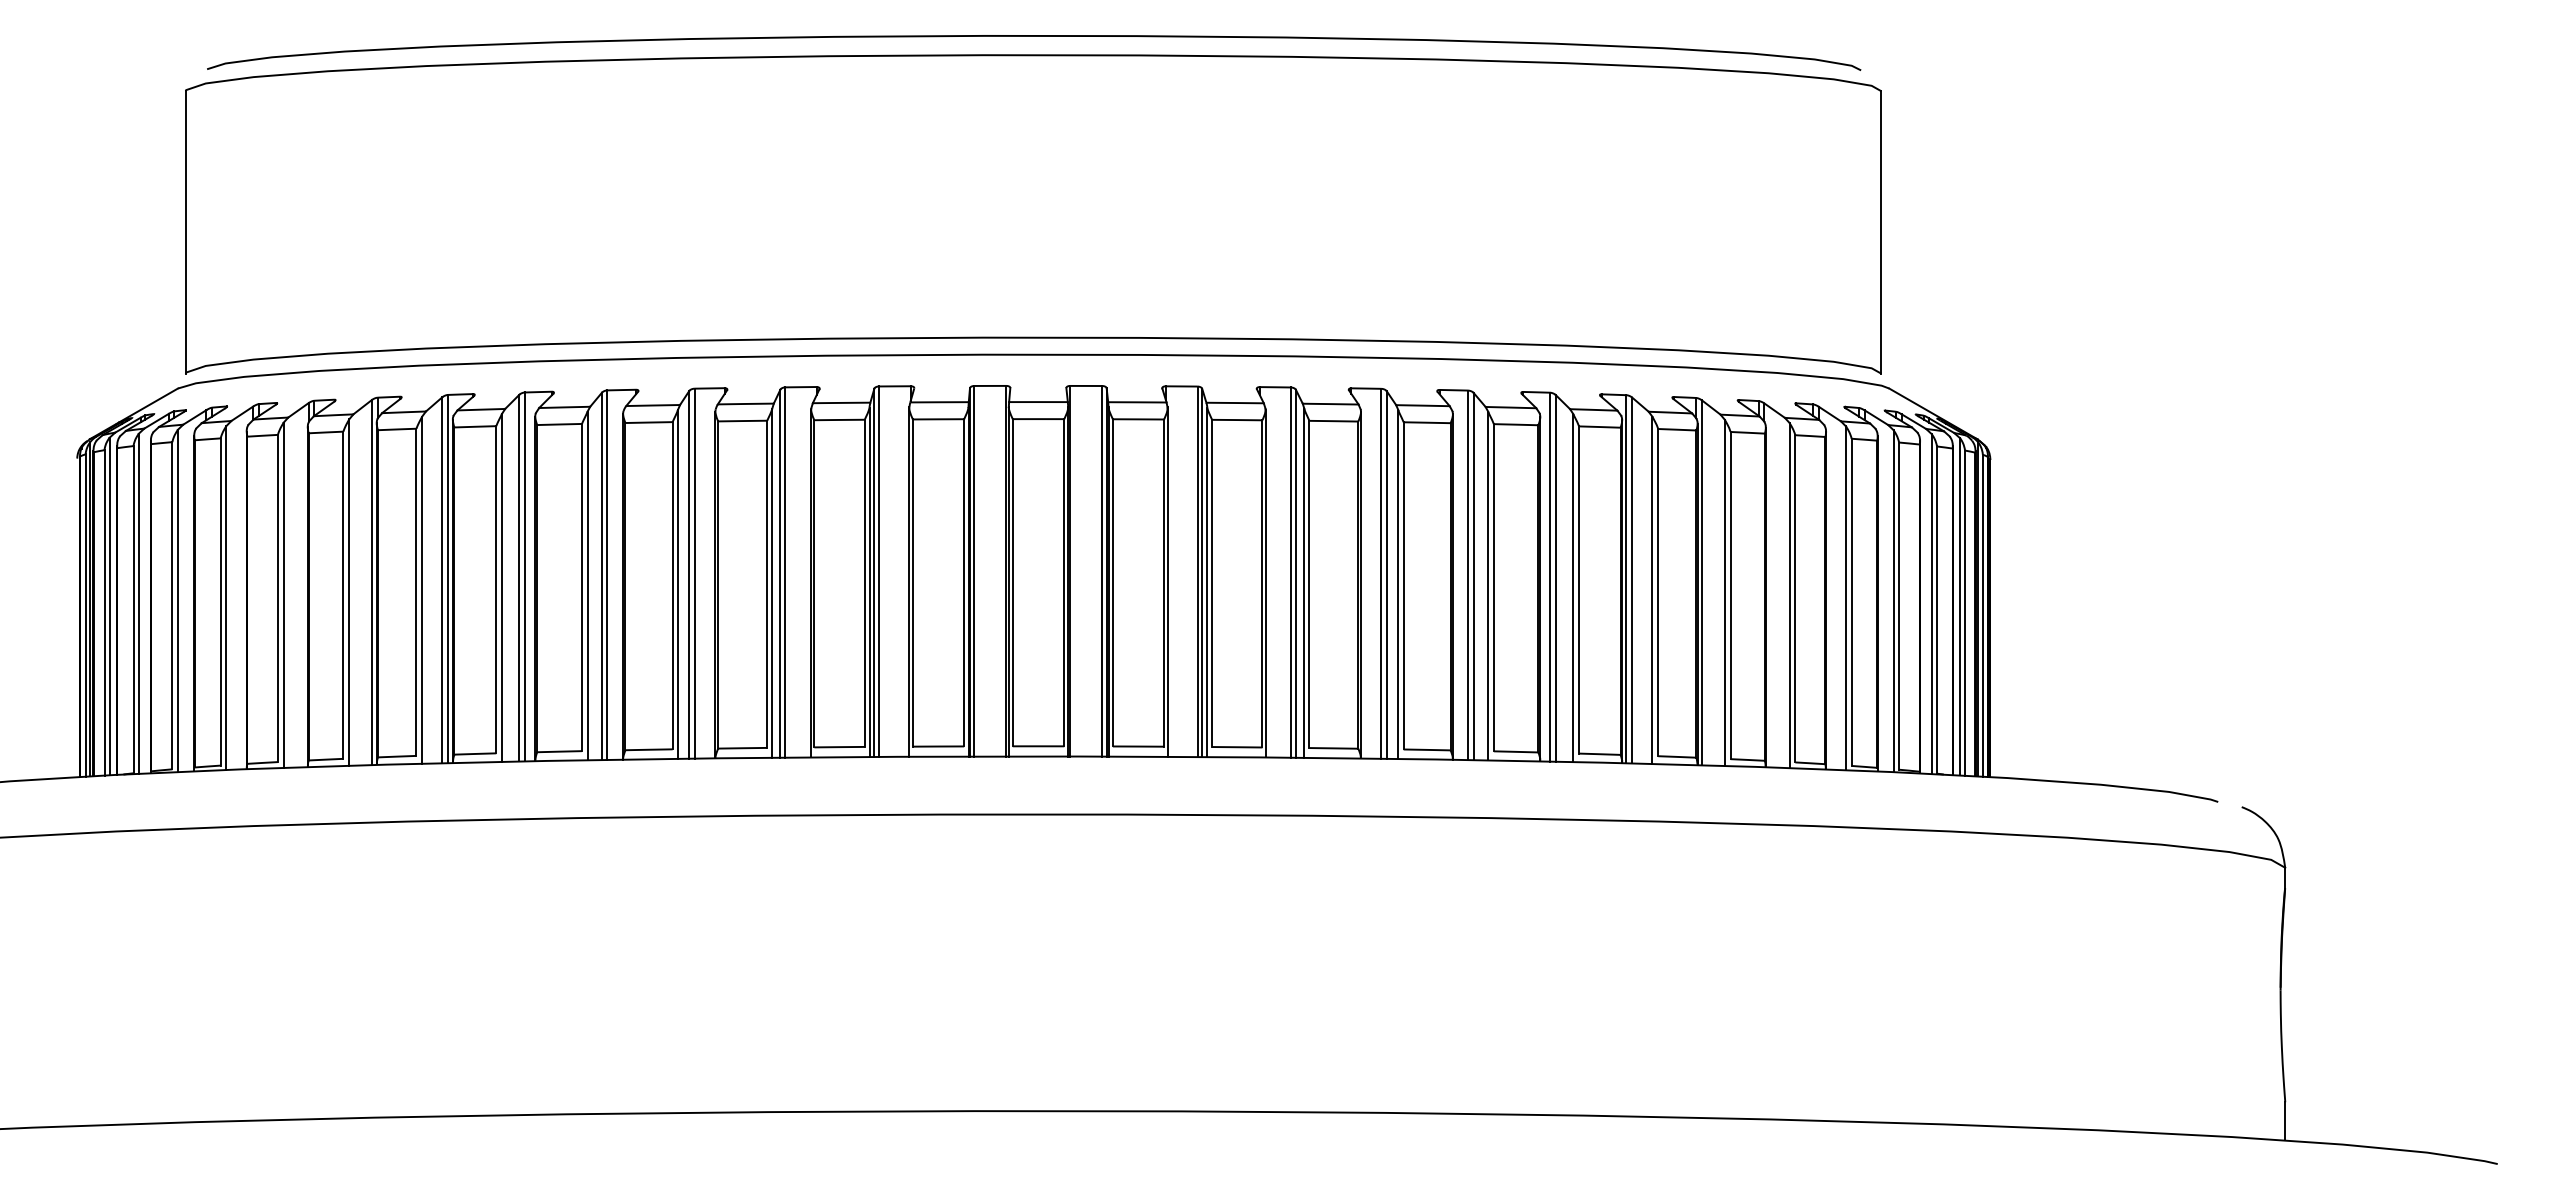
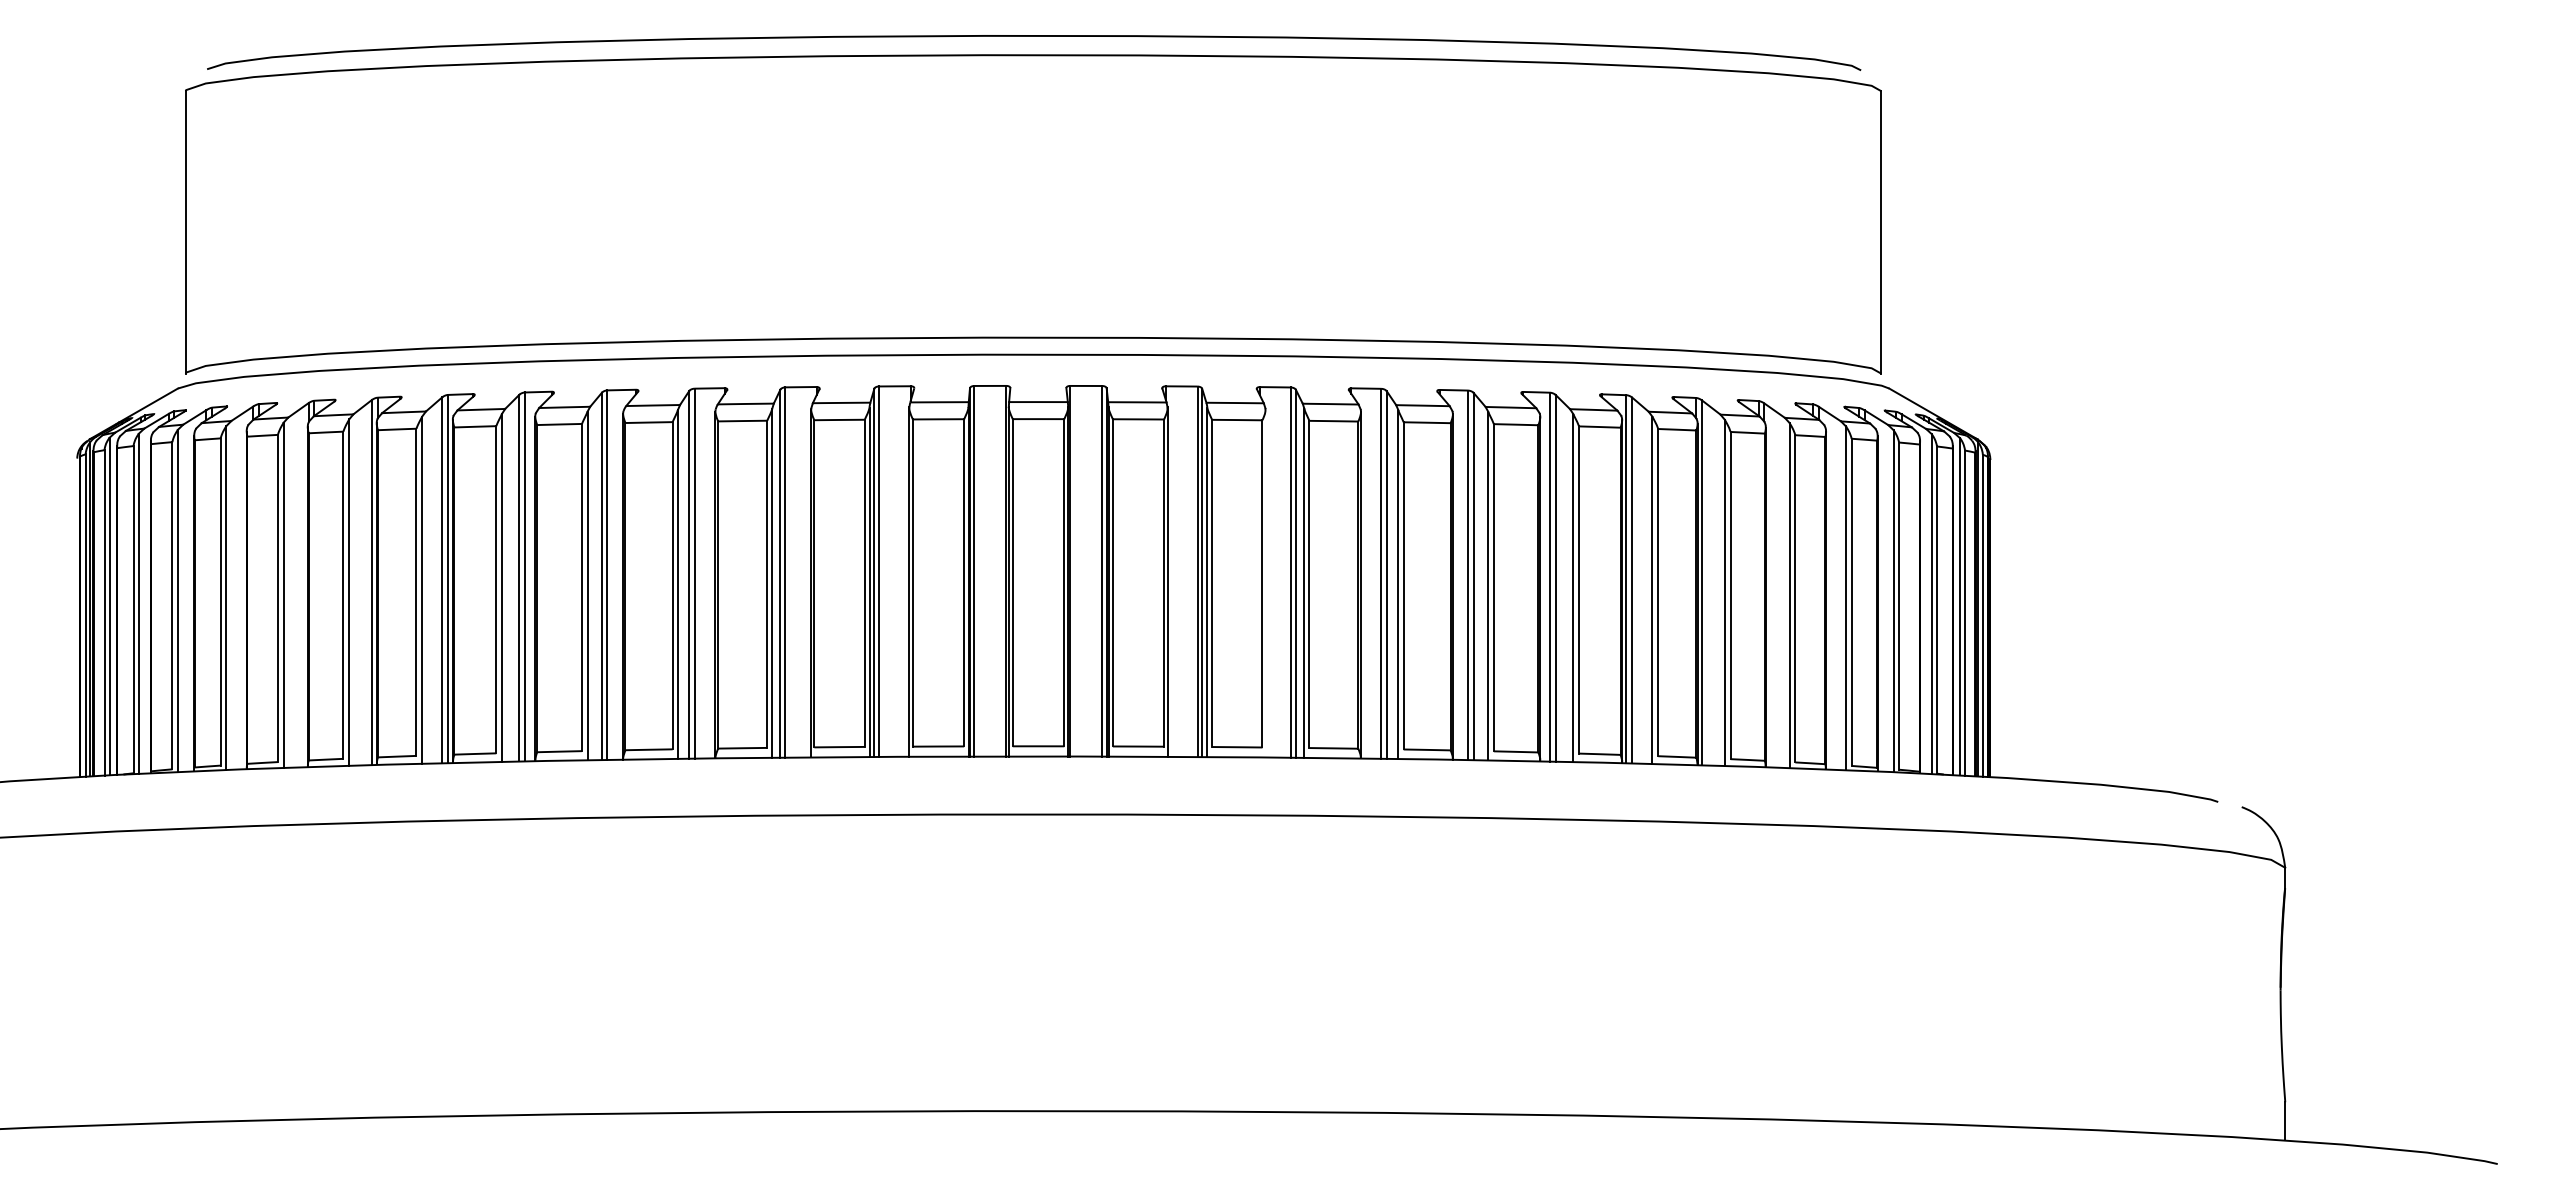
line at (1265, 583): present -> none
